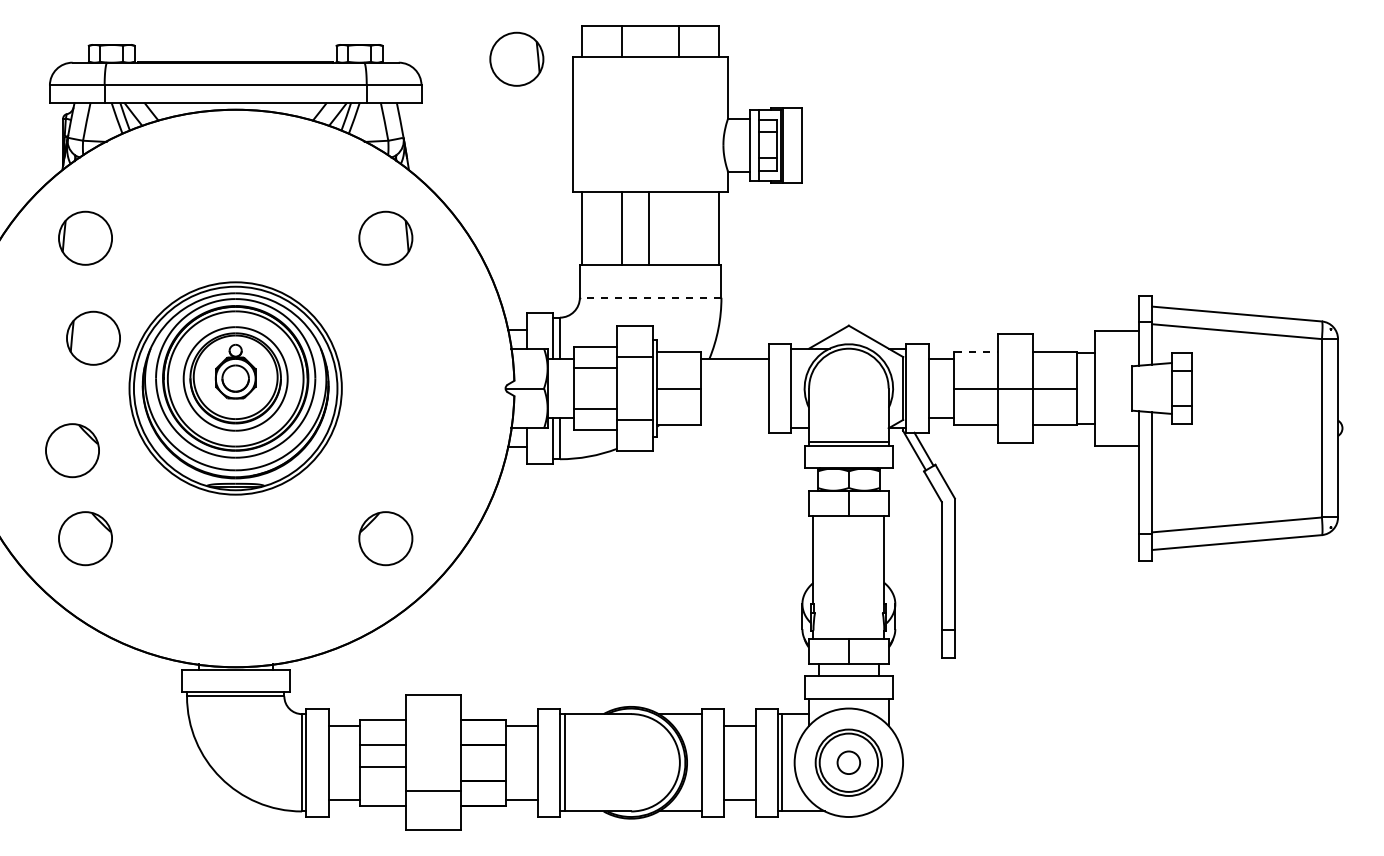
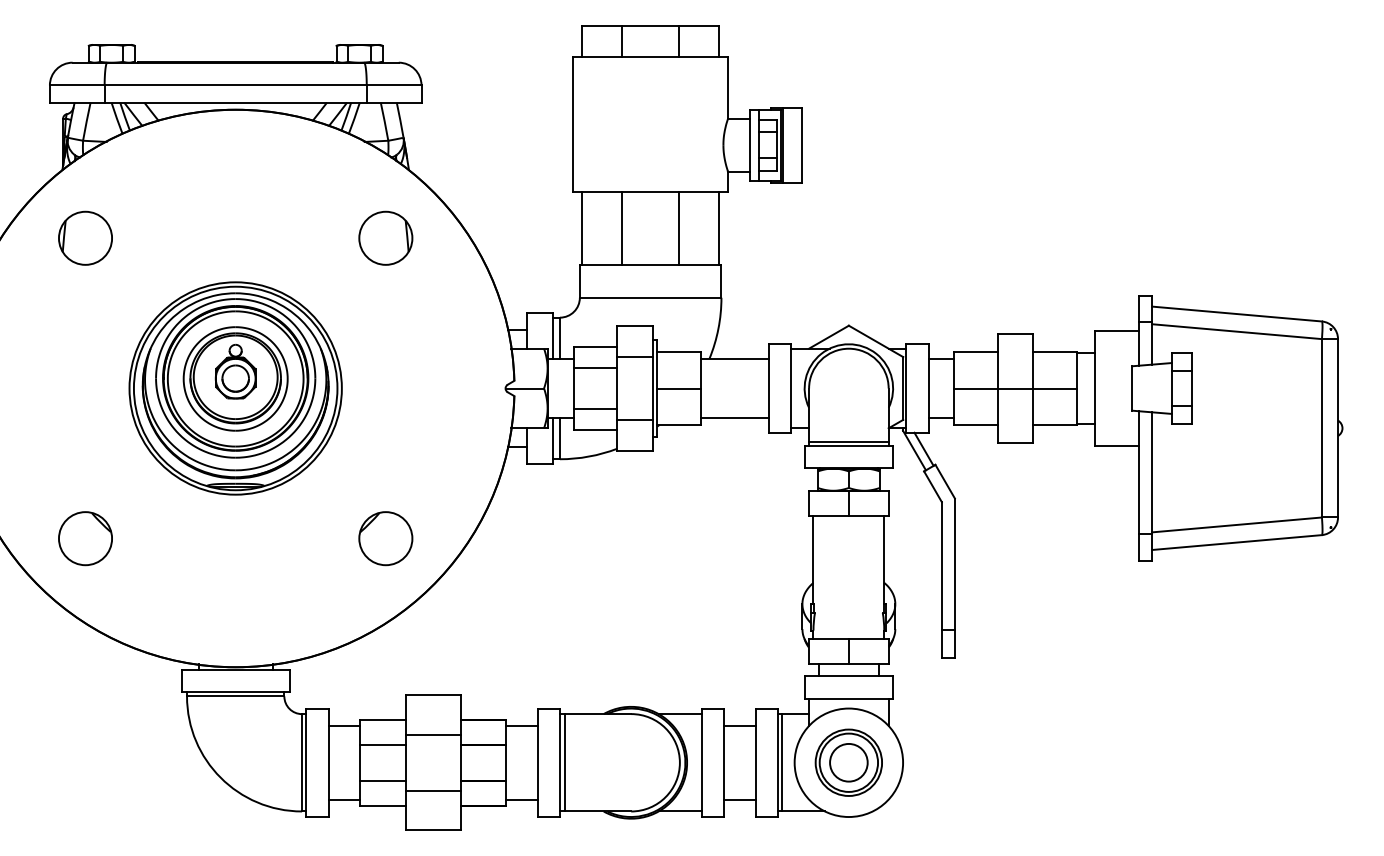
part at (516, 58): present -> none
line at (649, 227) position: (649, 227) -> (679, 227)
line at (650, 297): dashed -> solid
part at (93, 337): present -> none
line at (976, 352): dashed -> solid
line at (734, 418): none -> present
part at (72, 450): present -> none
line at (433, 734): none -> present
circle at (848, 762) diameter: 23 px -> 38 px
line at (382, 766) position: (382, 766) -> (382, 780)
